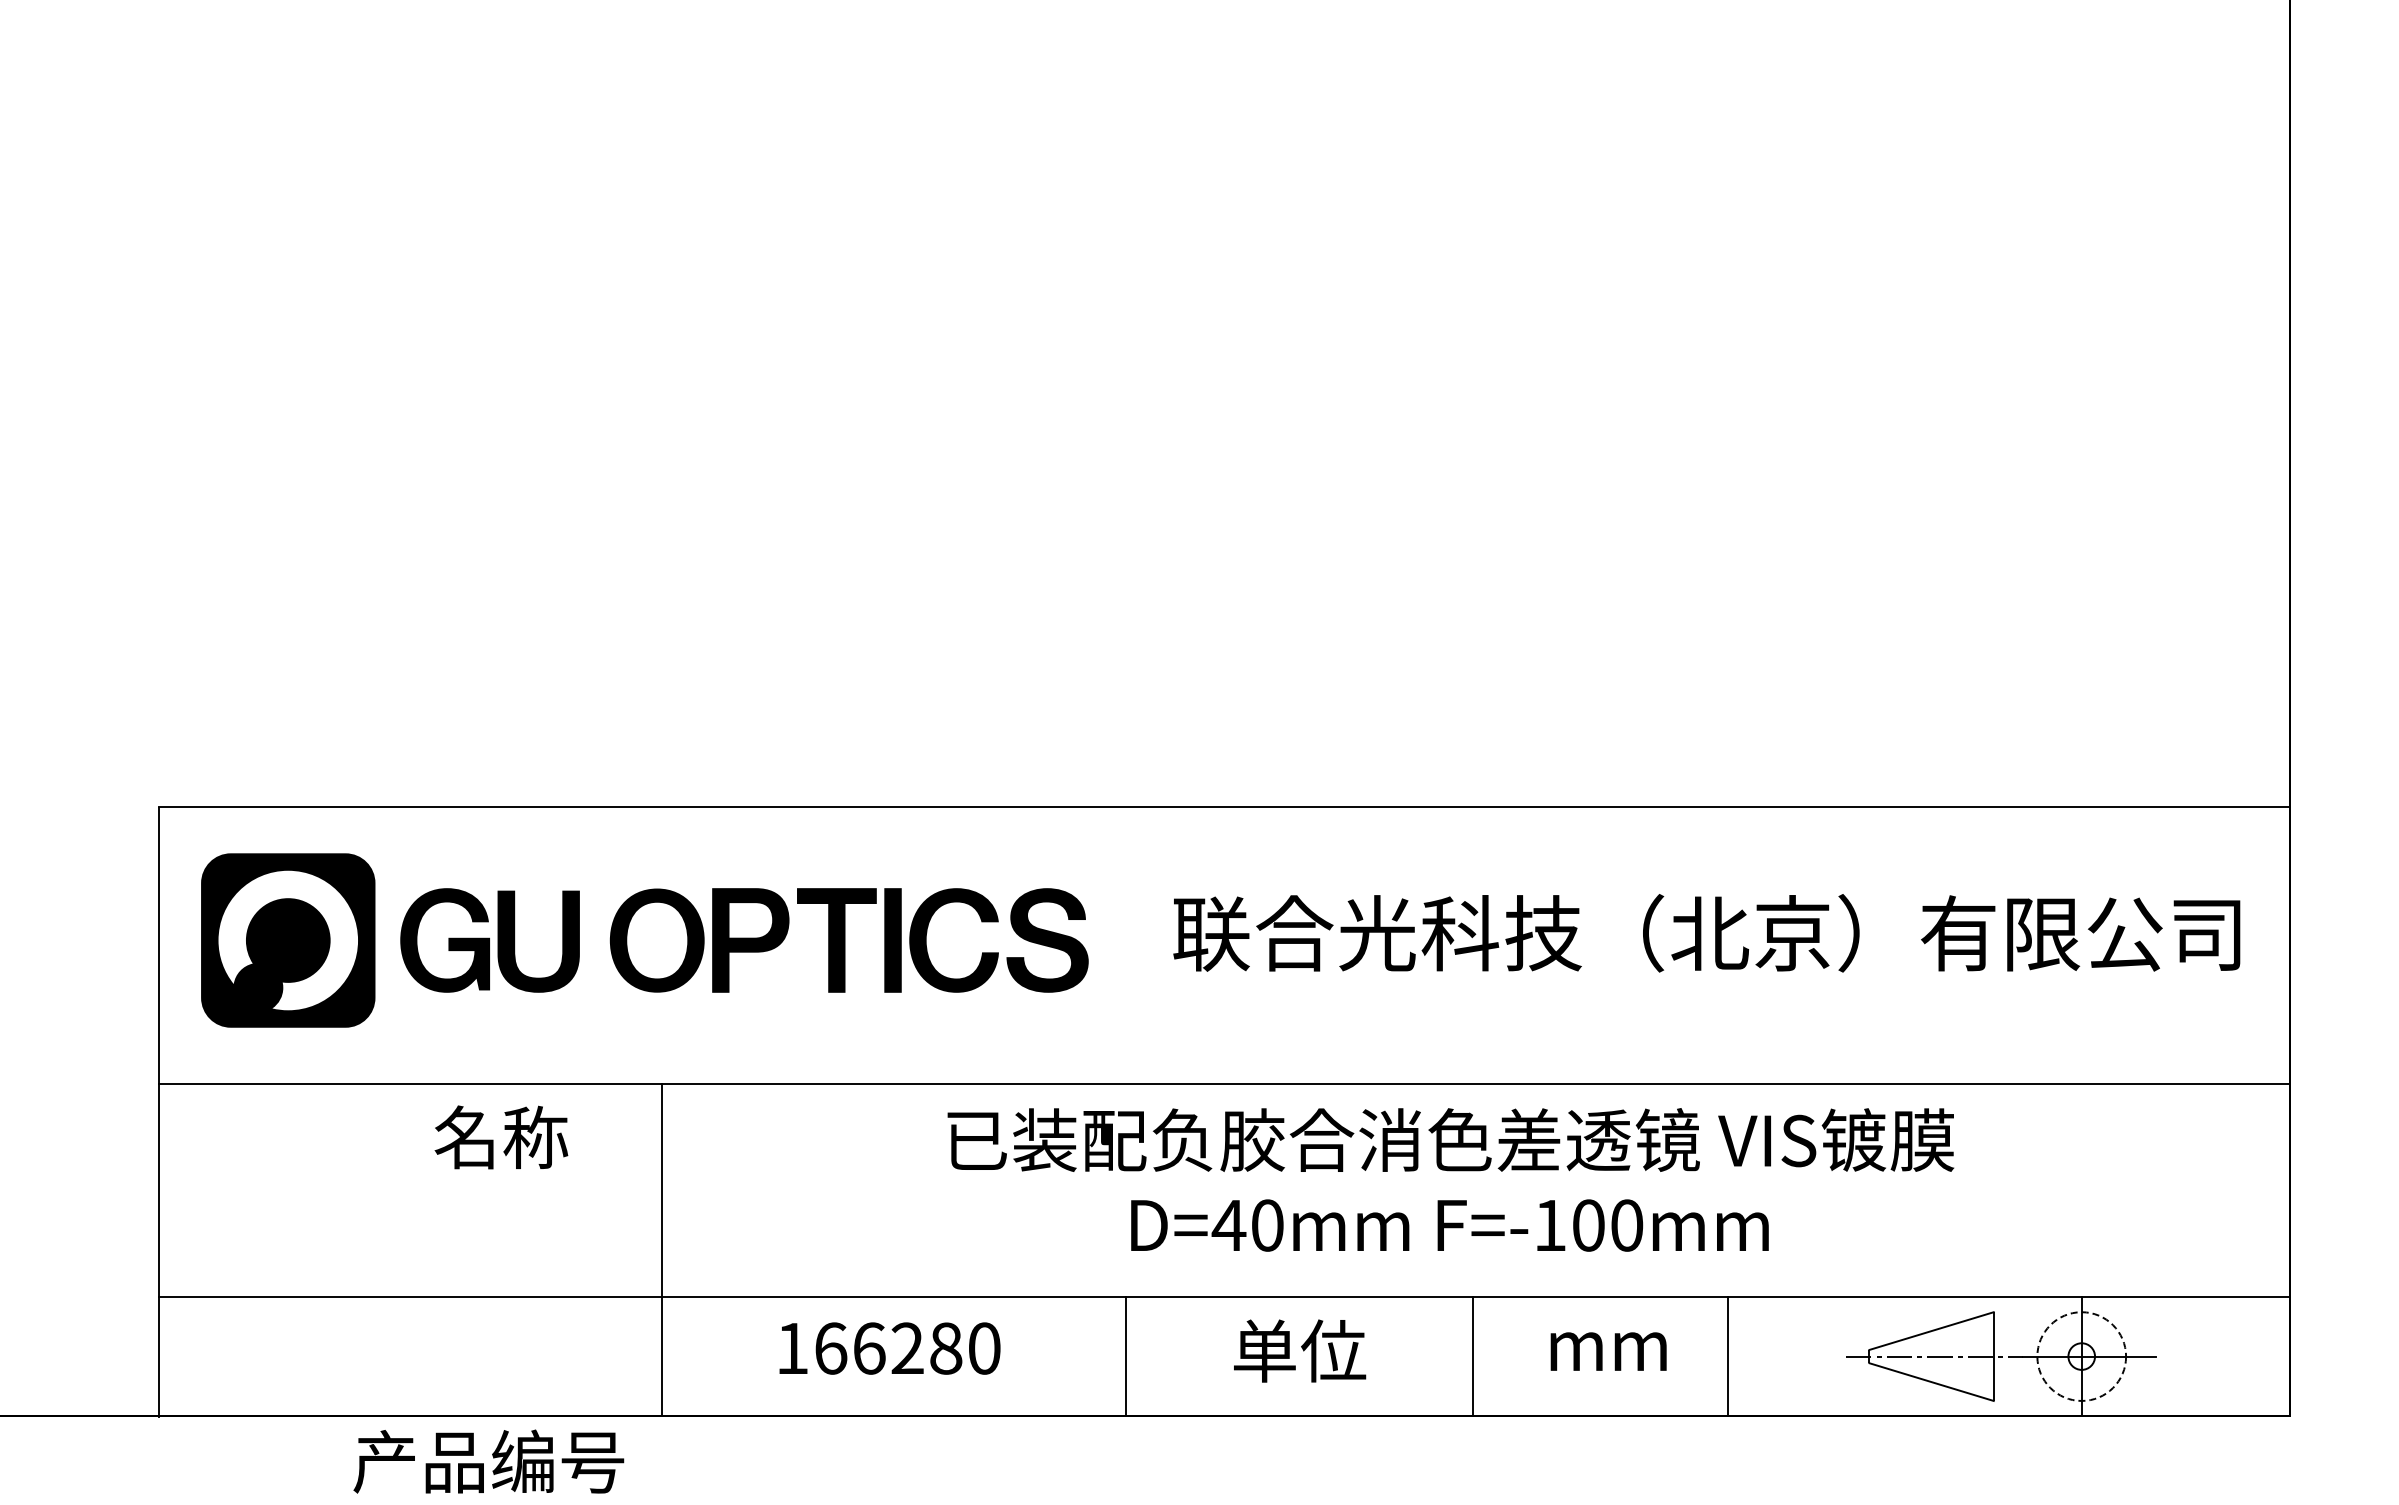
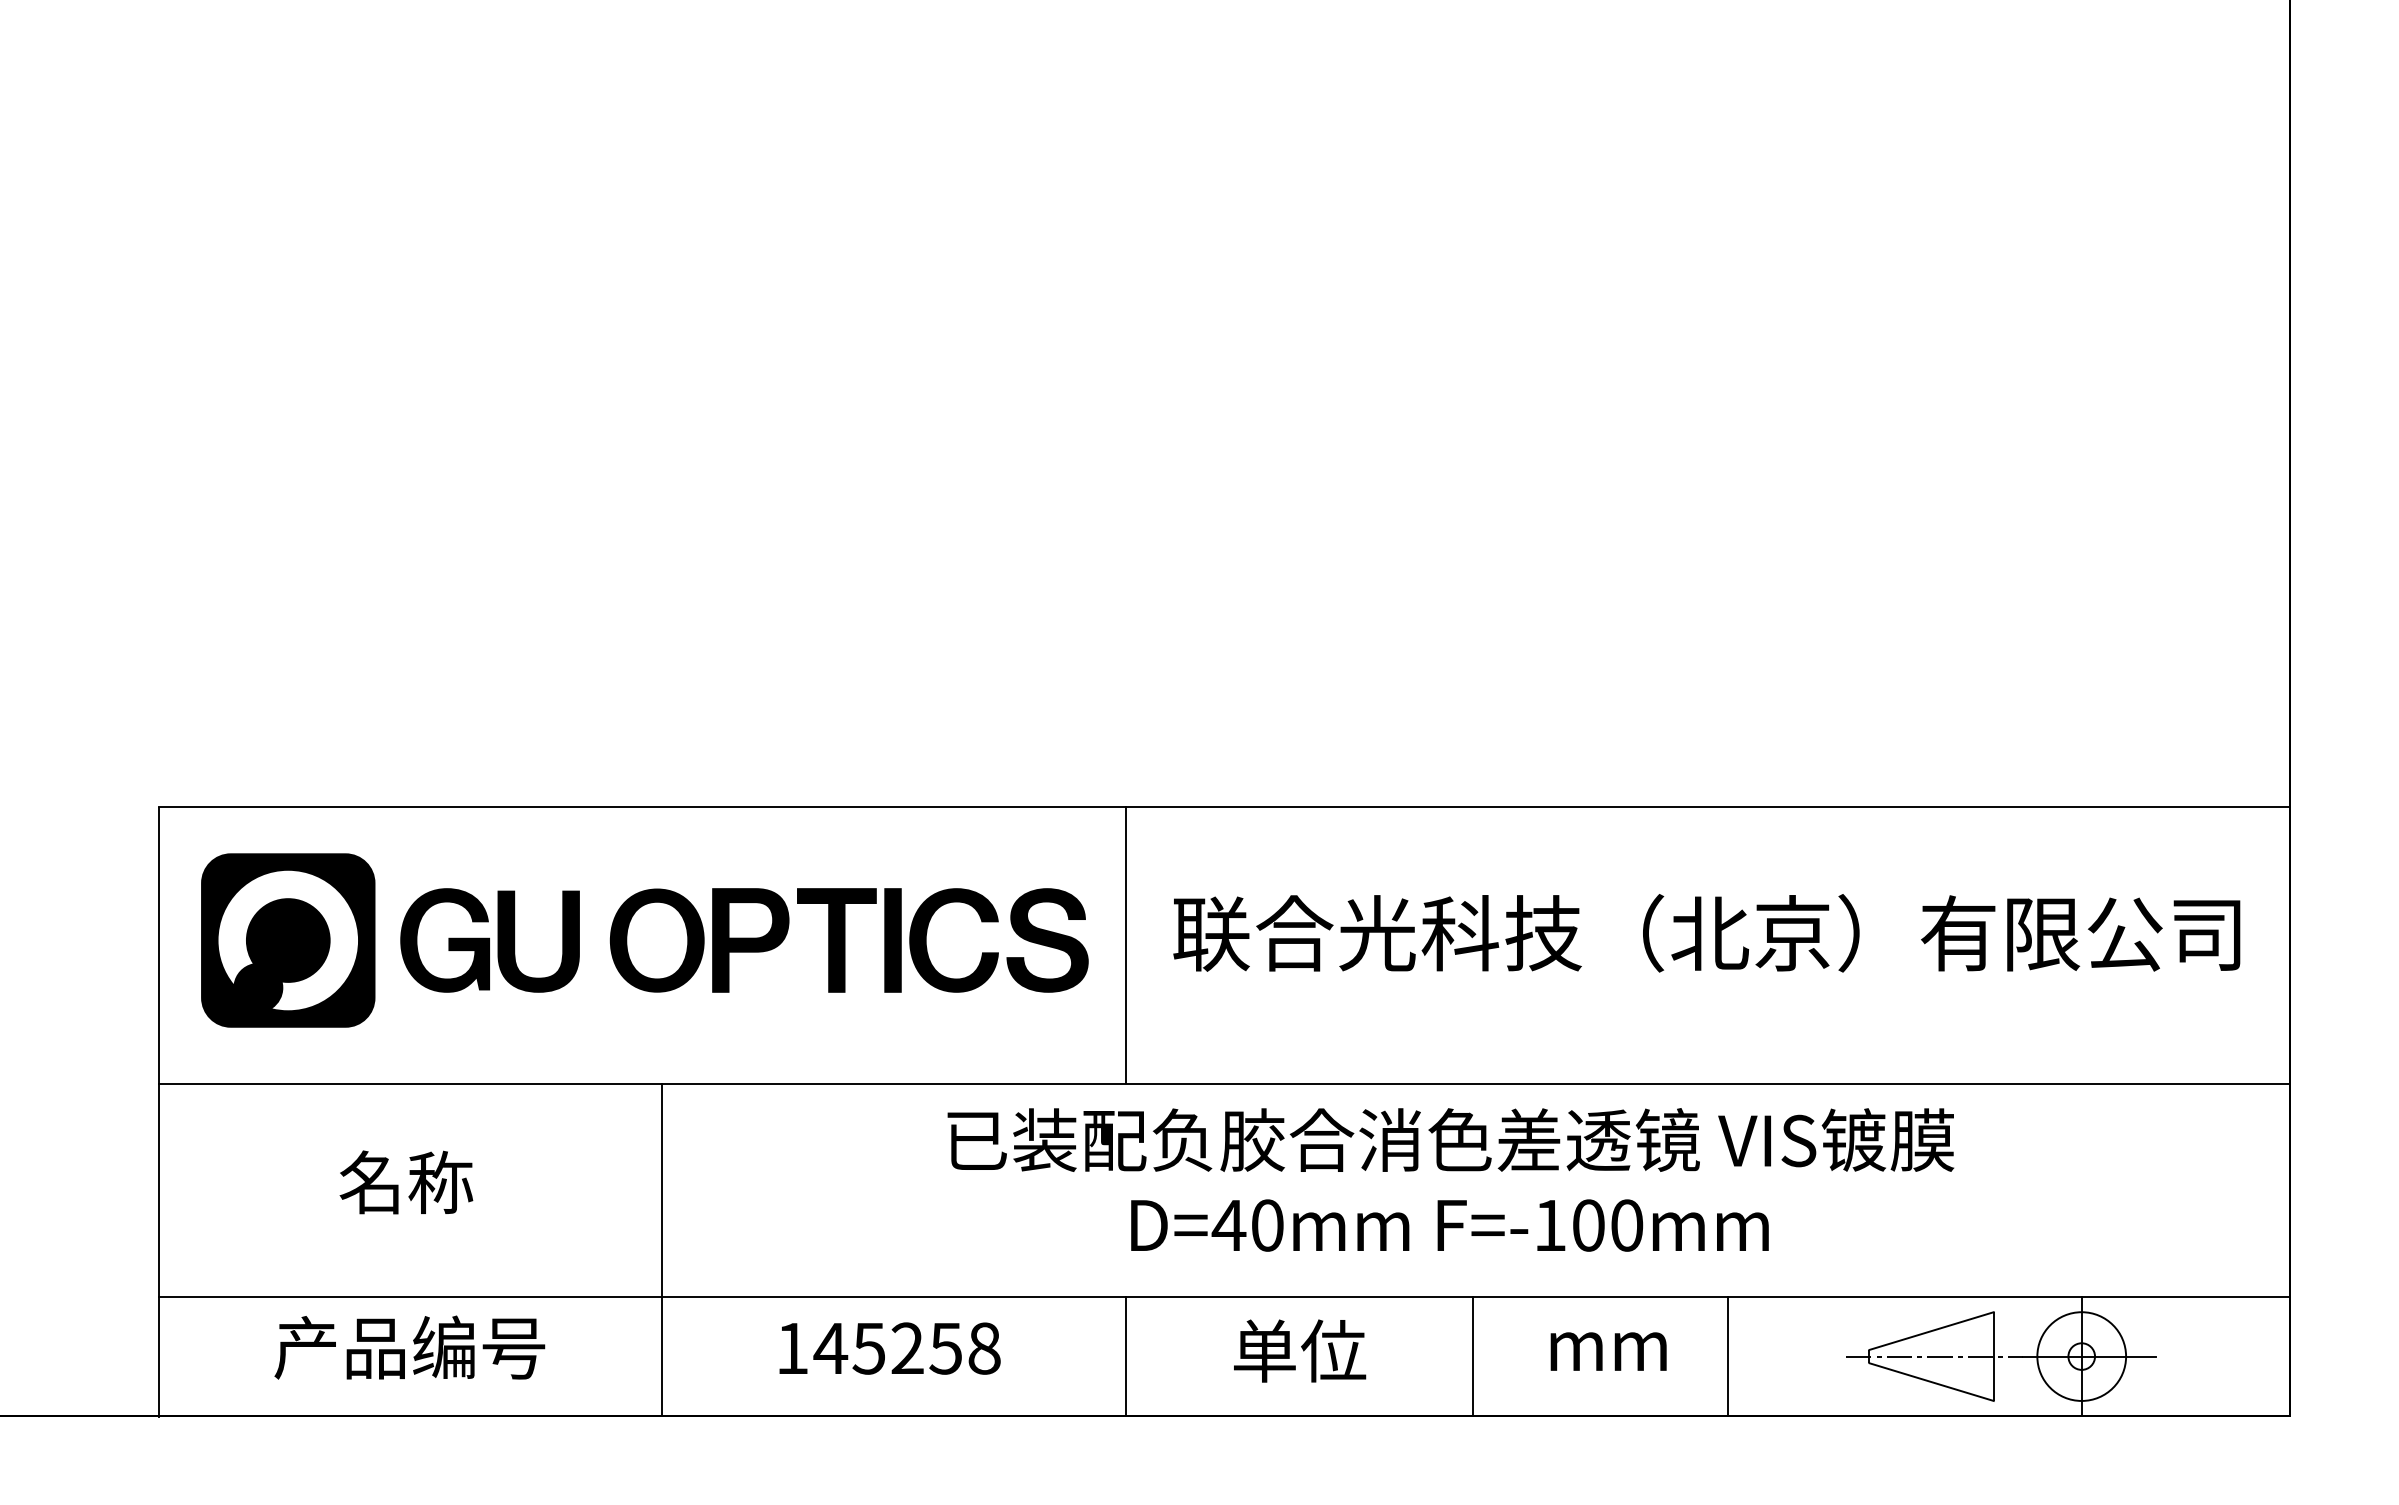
line at (1125, 944): none -> present
text at (501, 1137) position: (501, 1137) -> (406, 1182)
text at (906, 1348): 166280 -> 145258
circle at (2081, 1356): dashed -> solid
text at (488, 1461) position: (488, 1461) -> (409, 1347)
